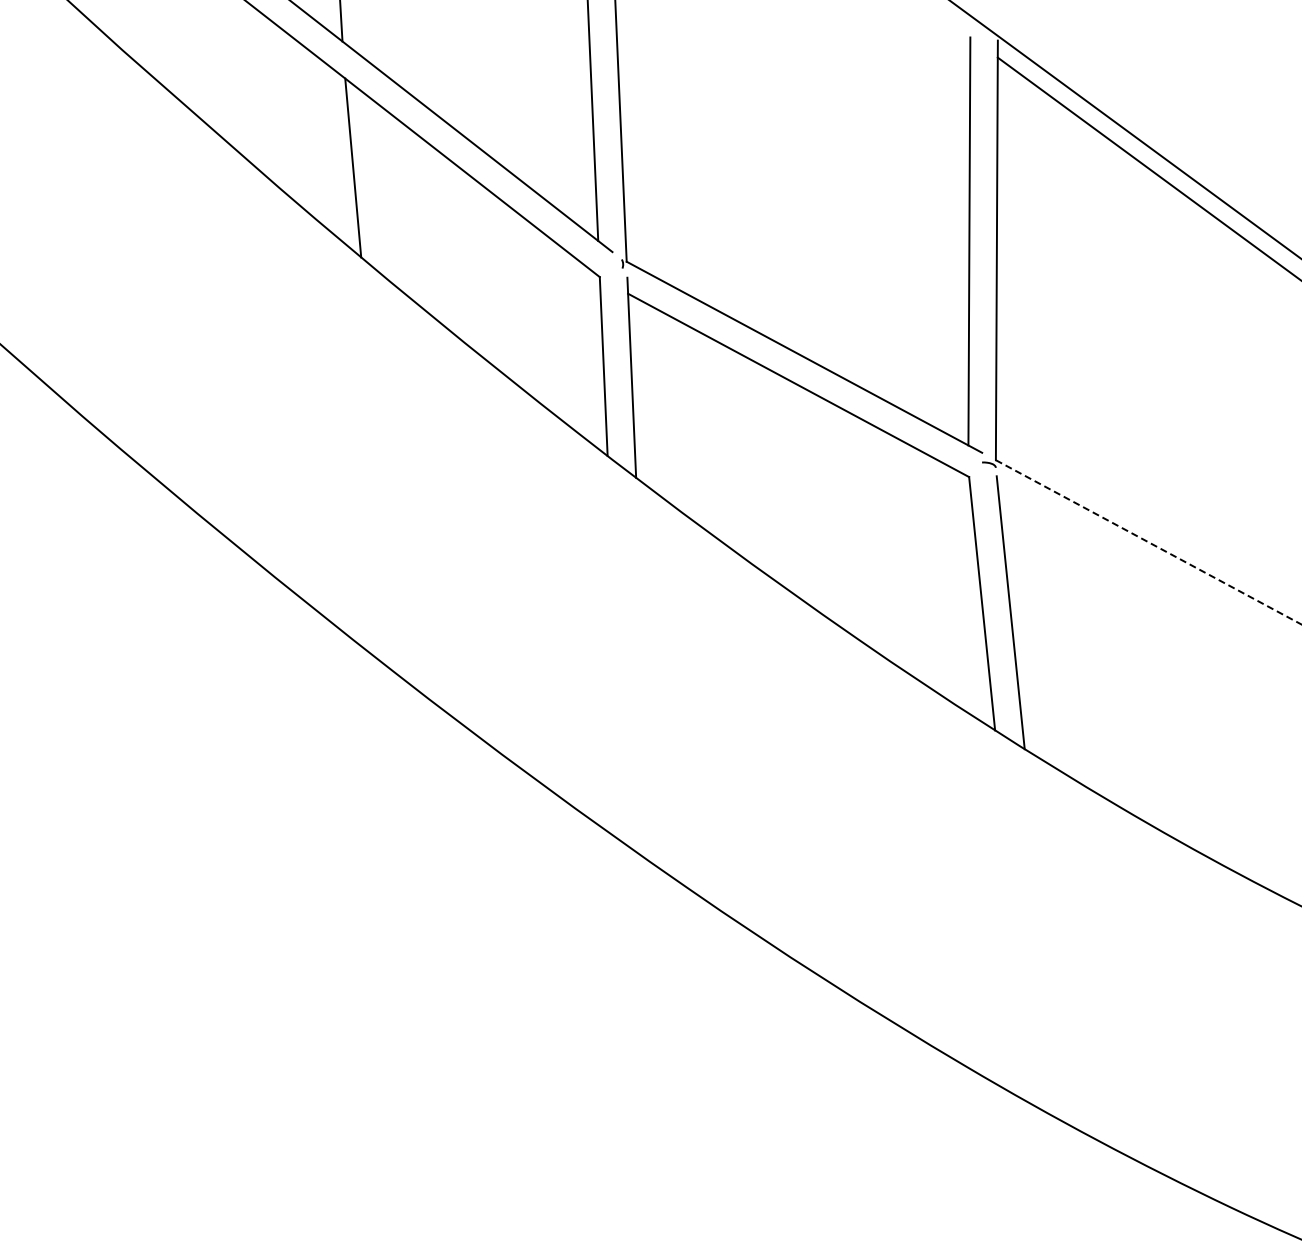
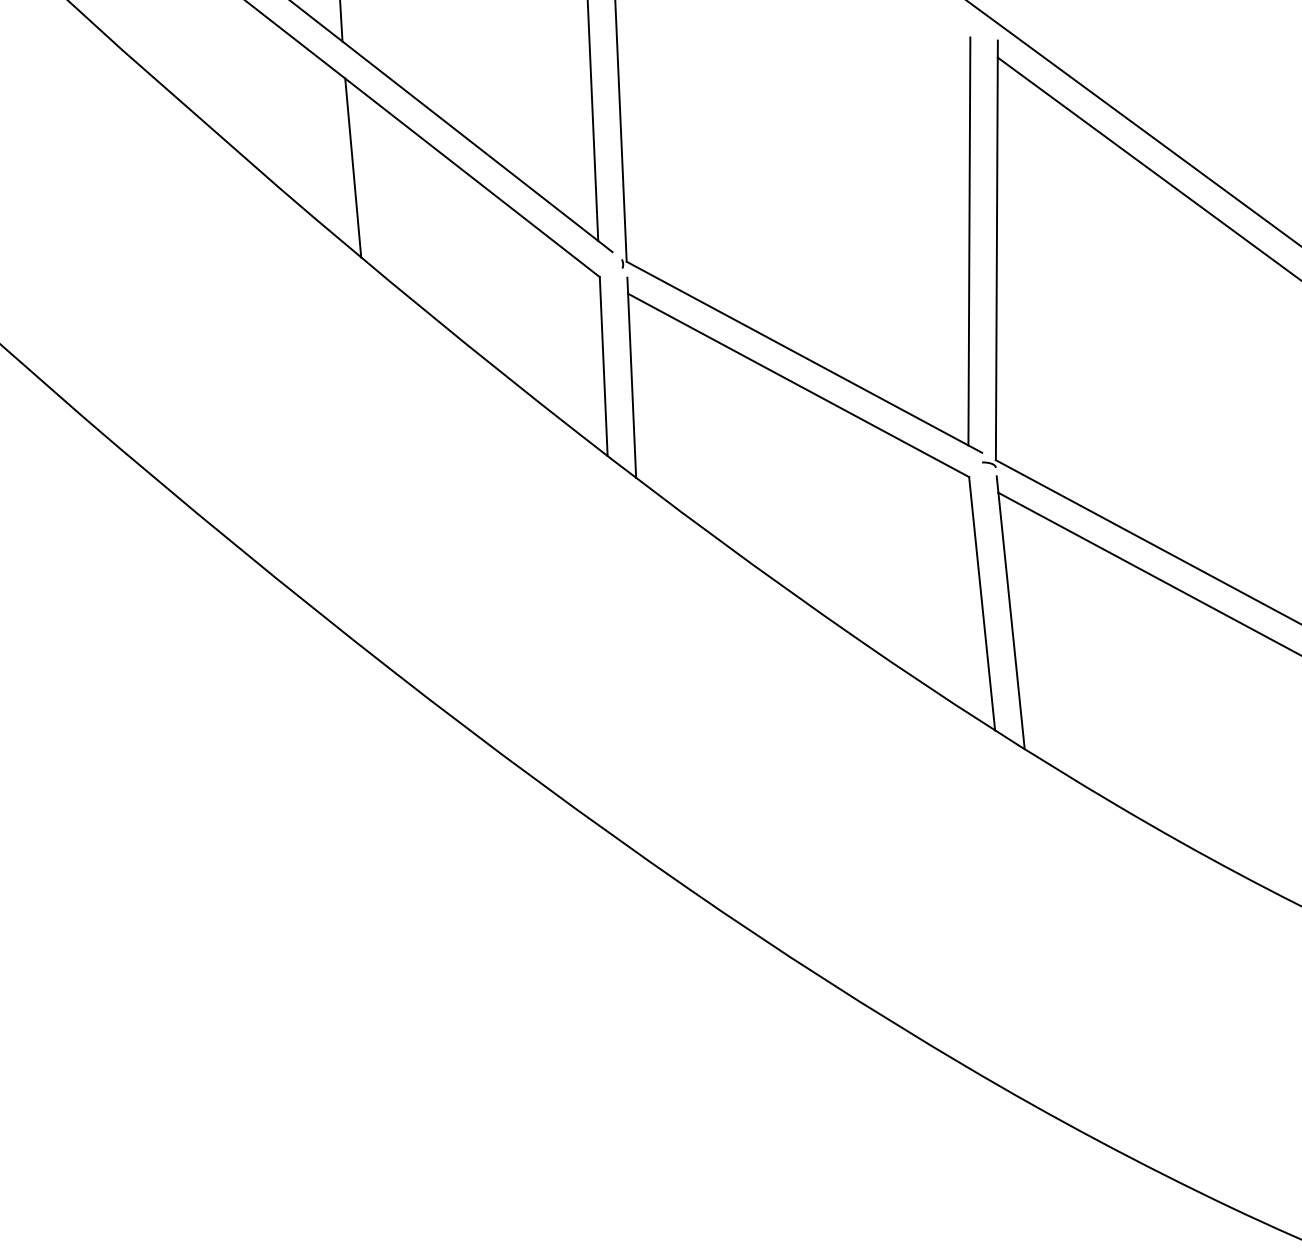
line at (1125, 129) position: (1125, 129) -> (1133, 123)
line at (1148, 542): dashed -> solid
line at (1148, 573): none -> present
